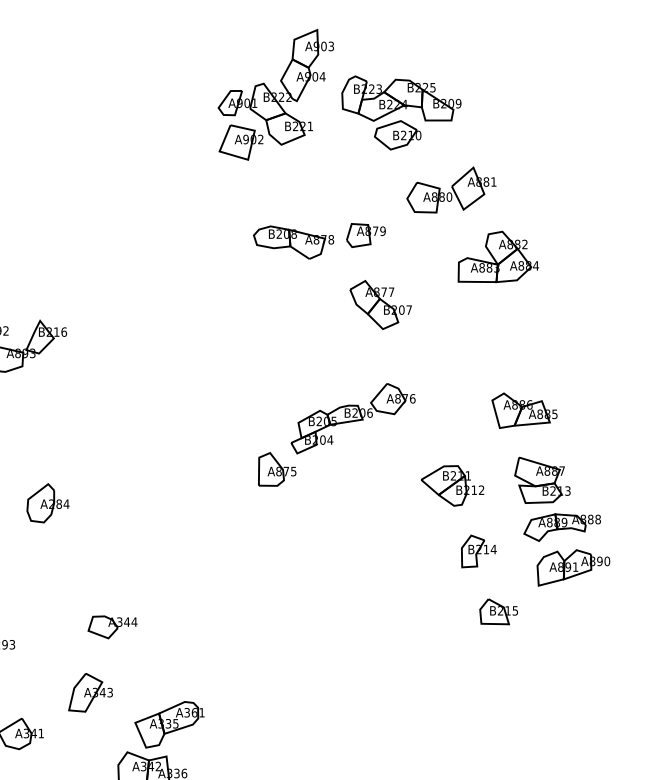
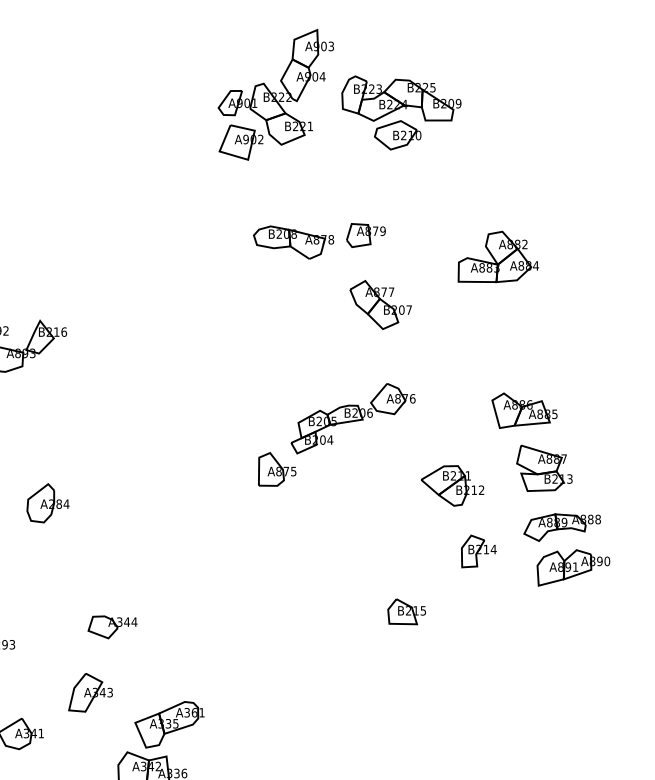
part at (451, 189): present -> none
part at (542, 479) position: (542, 479) -> (544, 467)
part at (498, 611) position: (498, 611) -> (406, 611)
